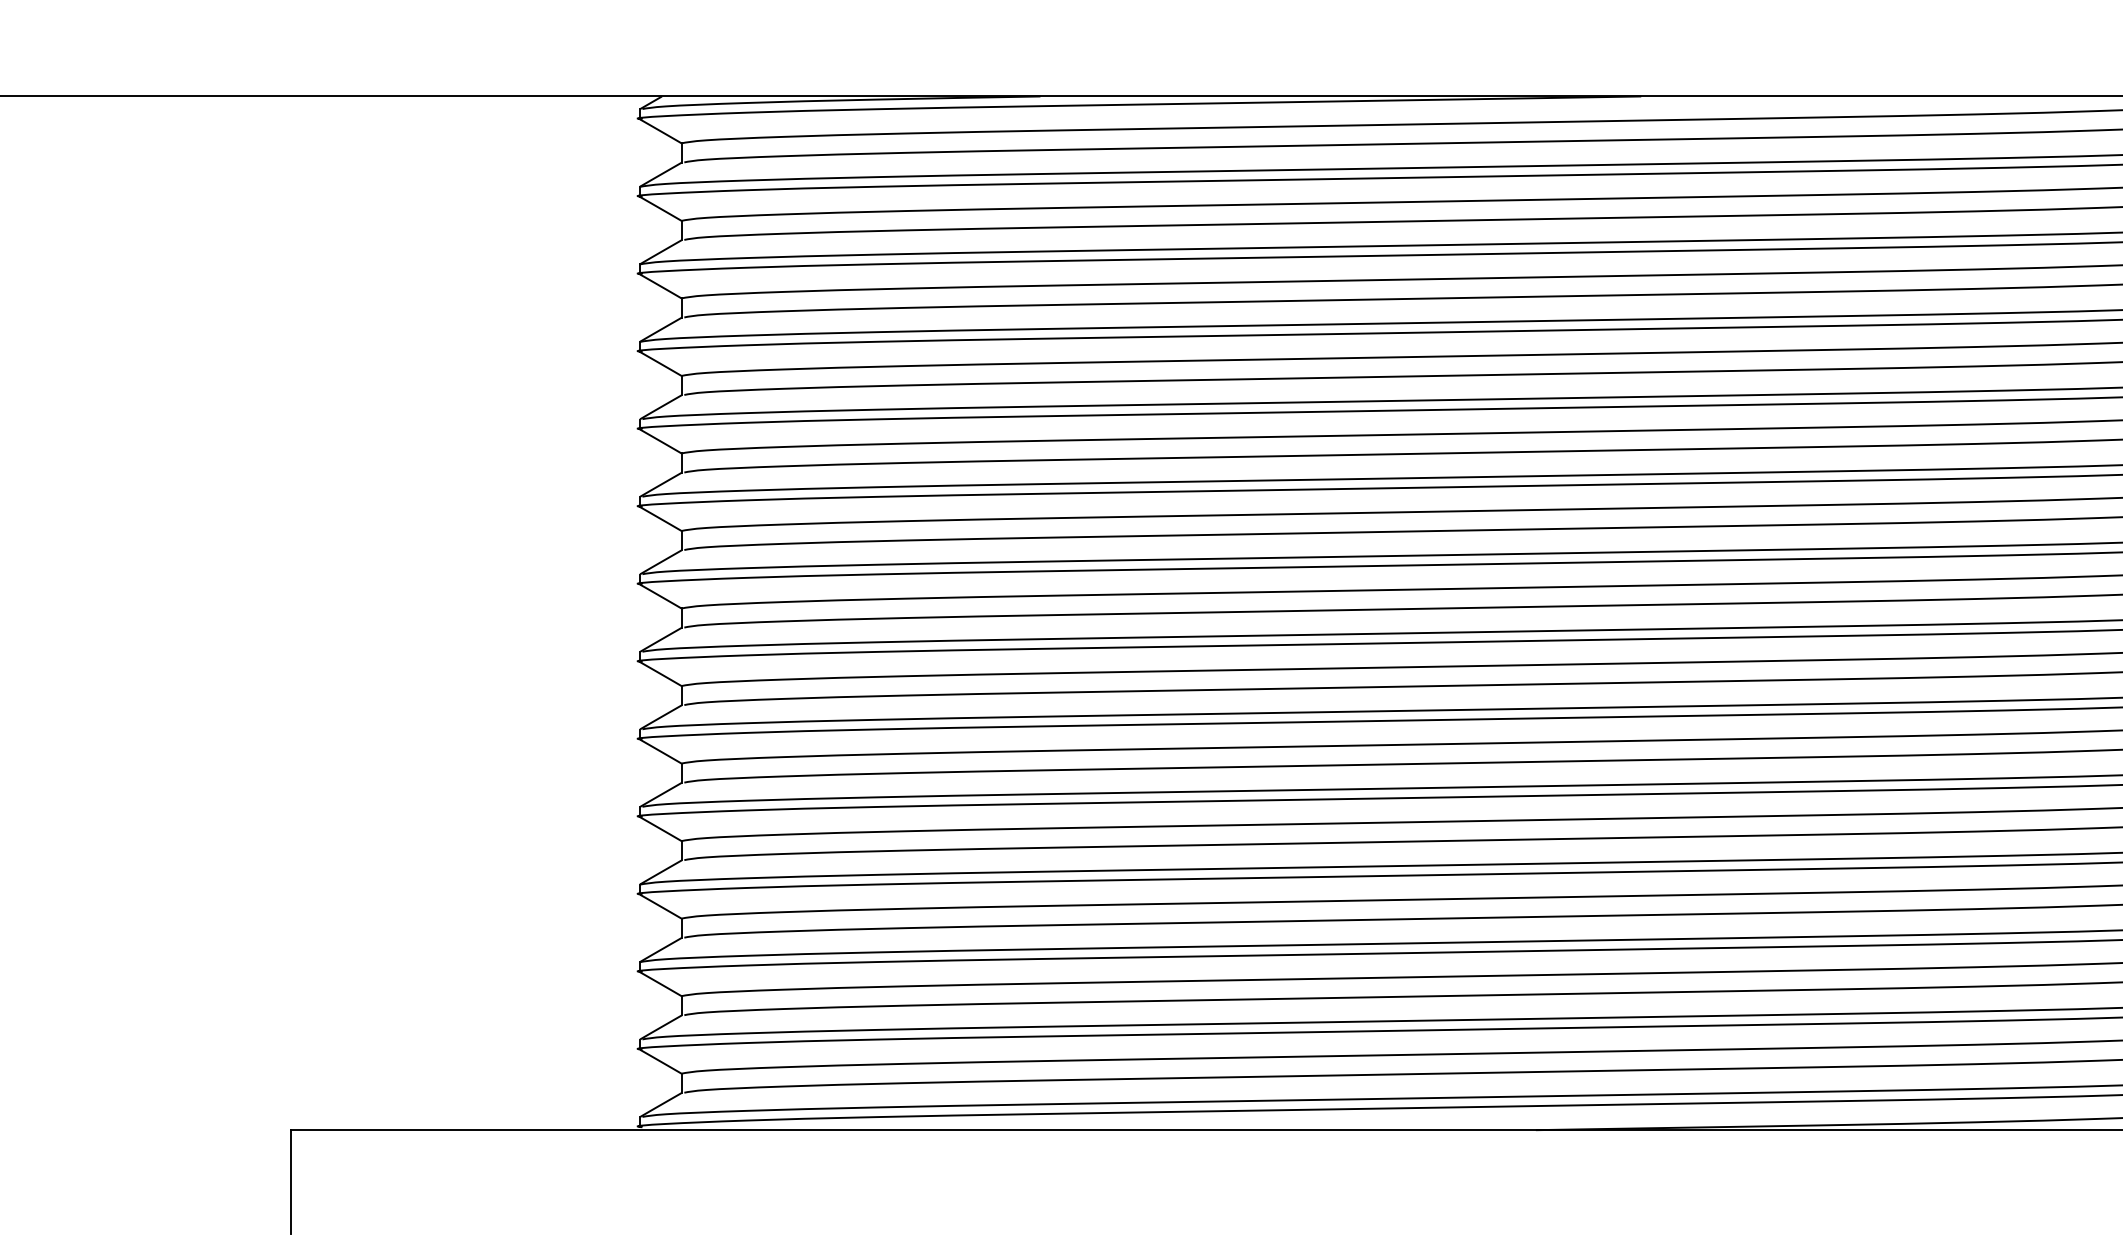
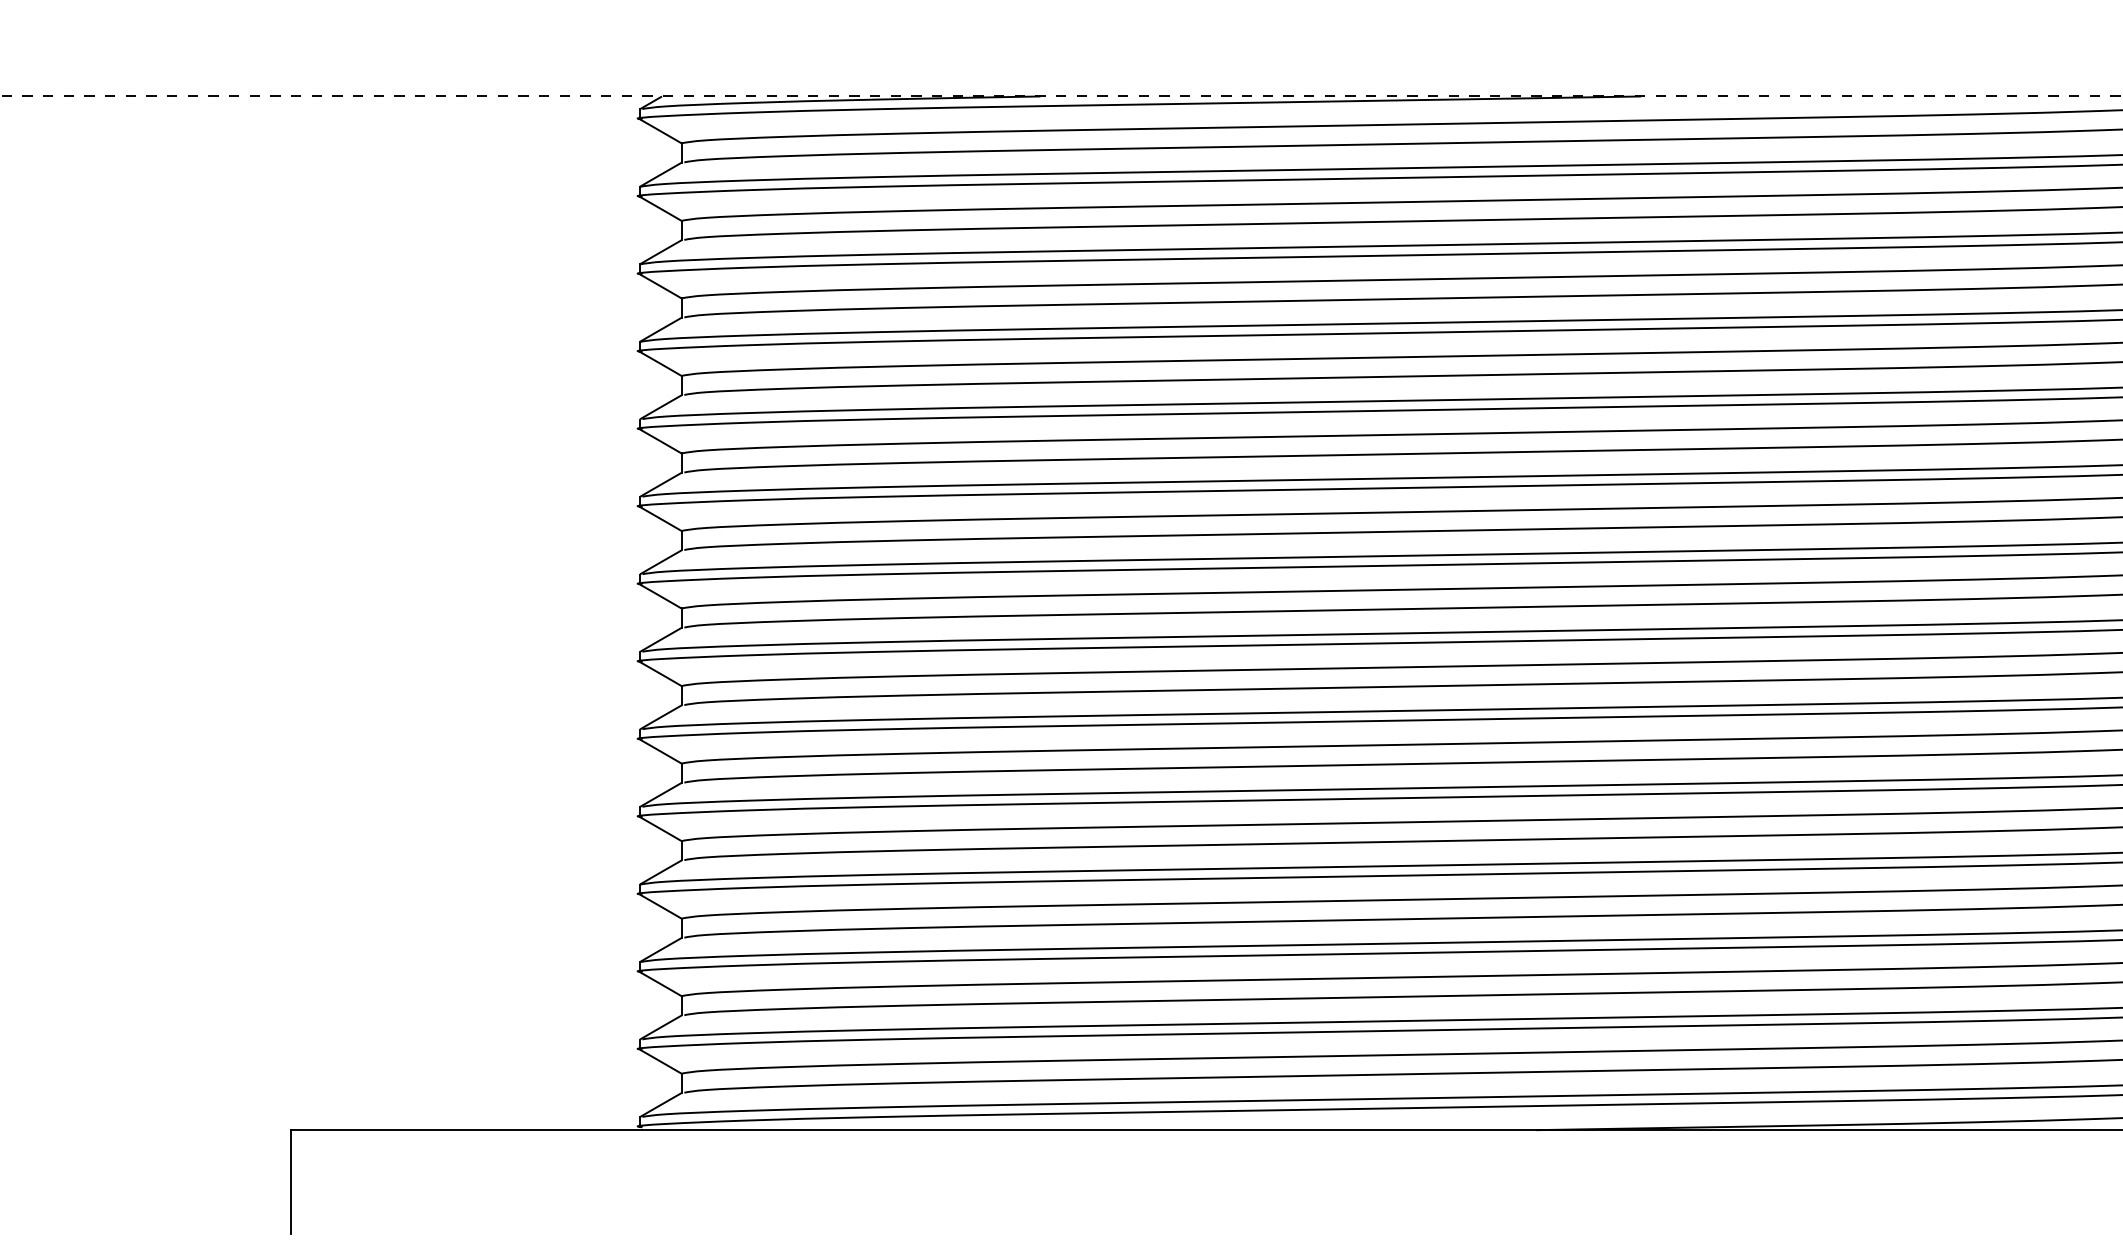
line at (1061, 96): solid -> dashed
